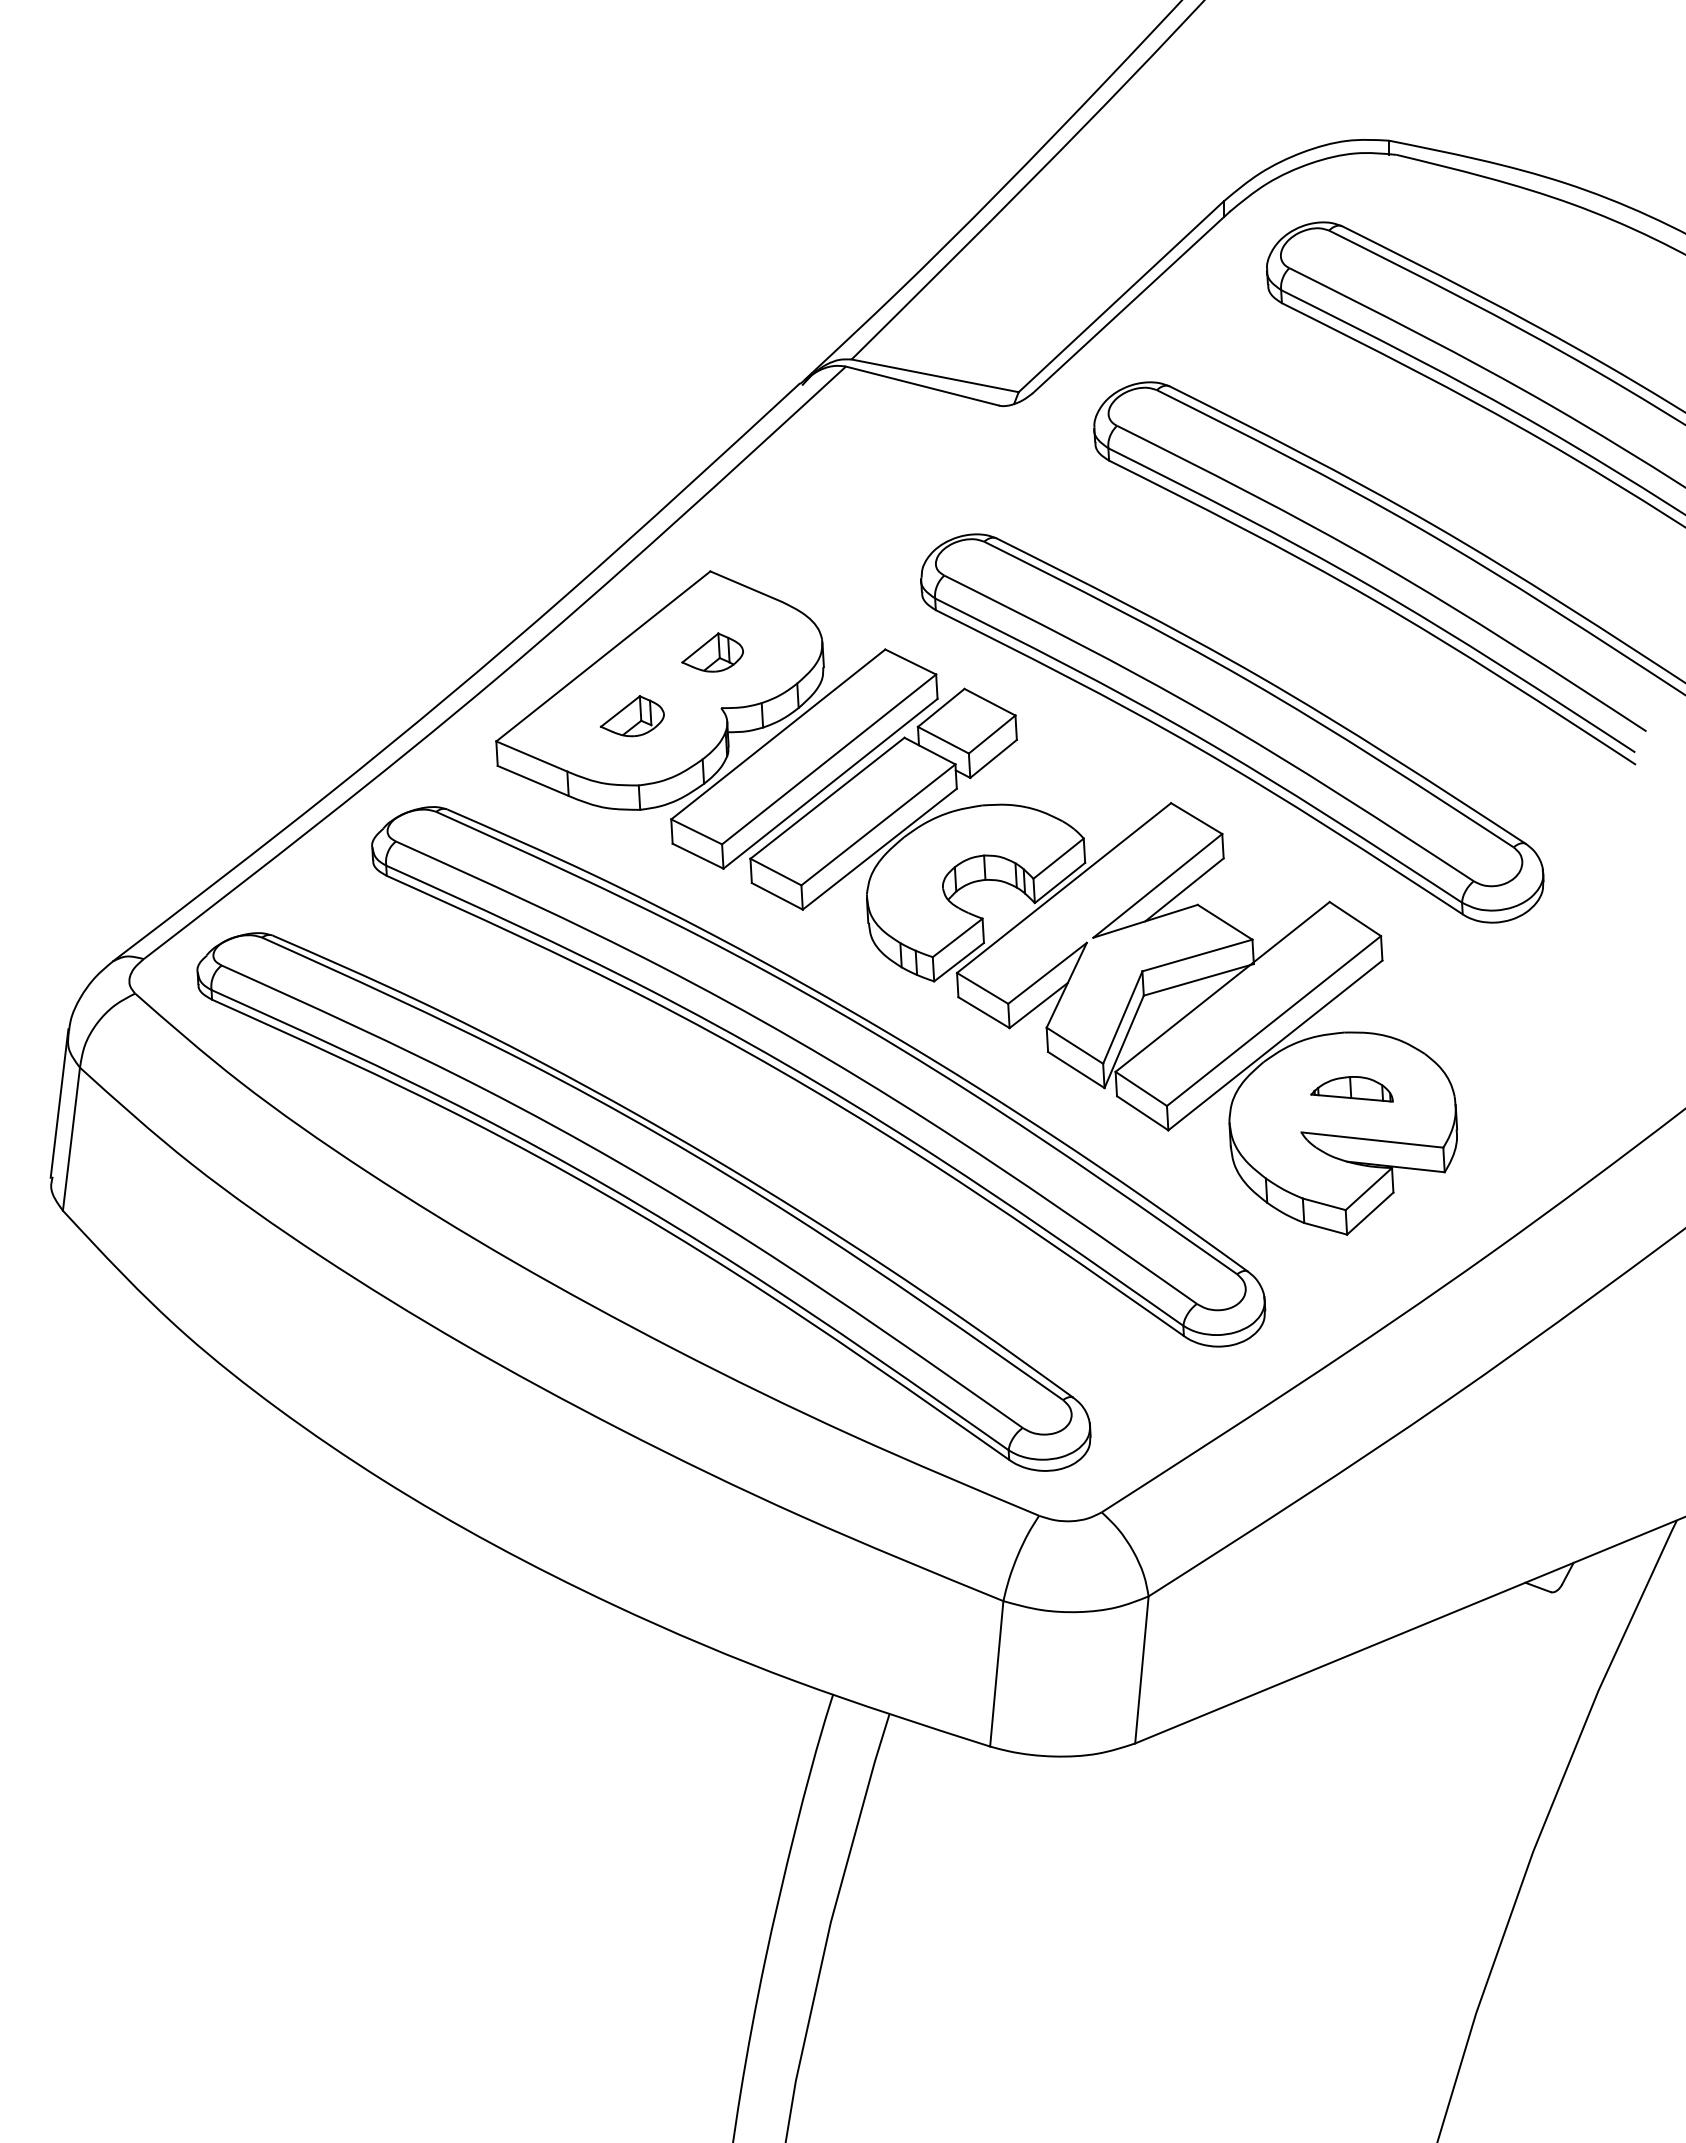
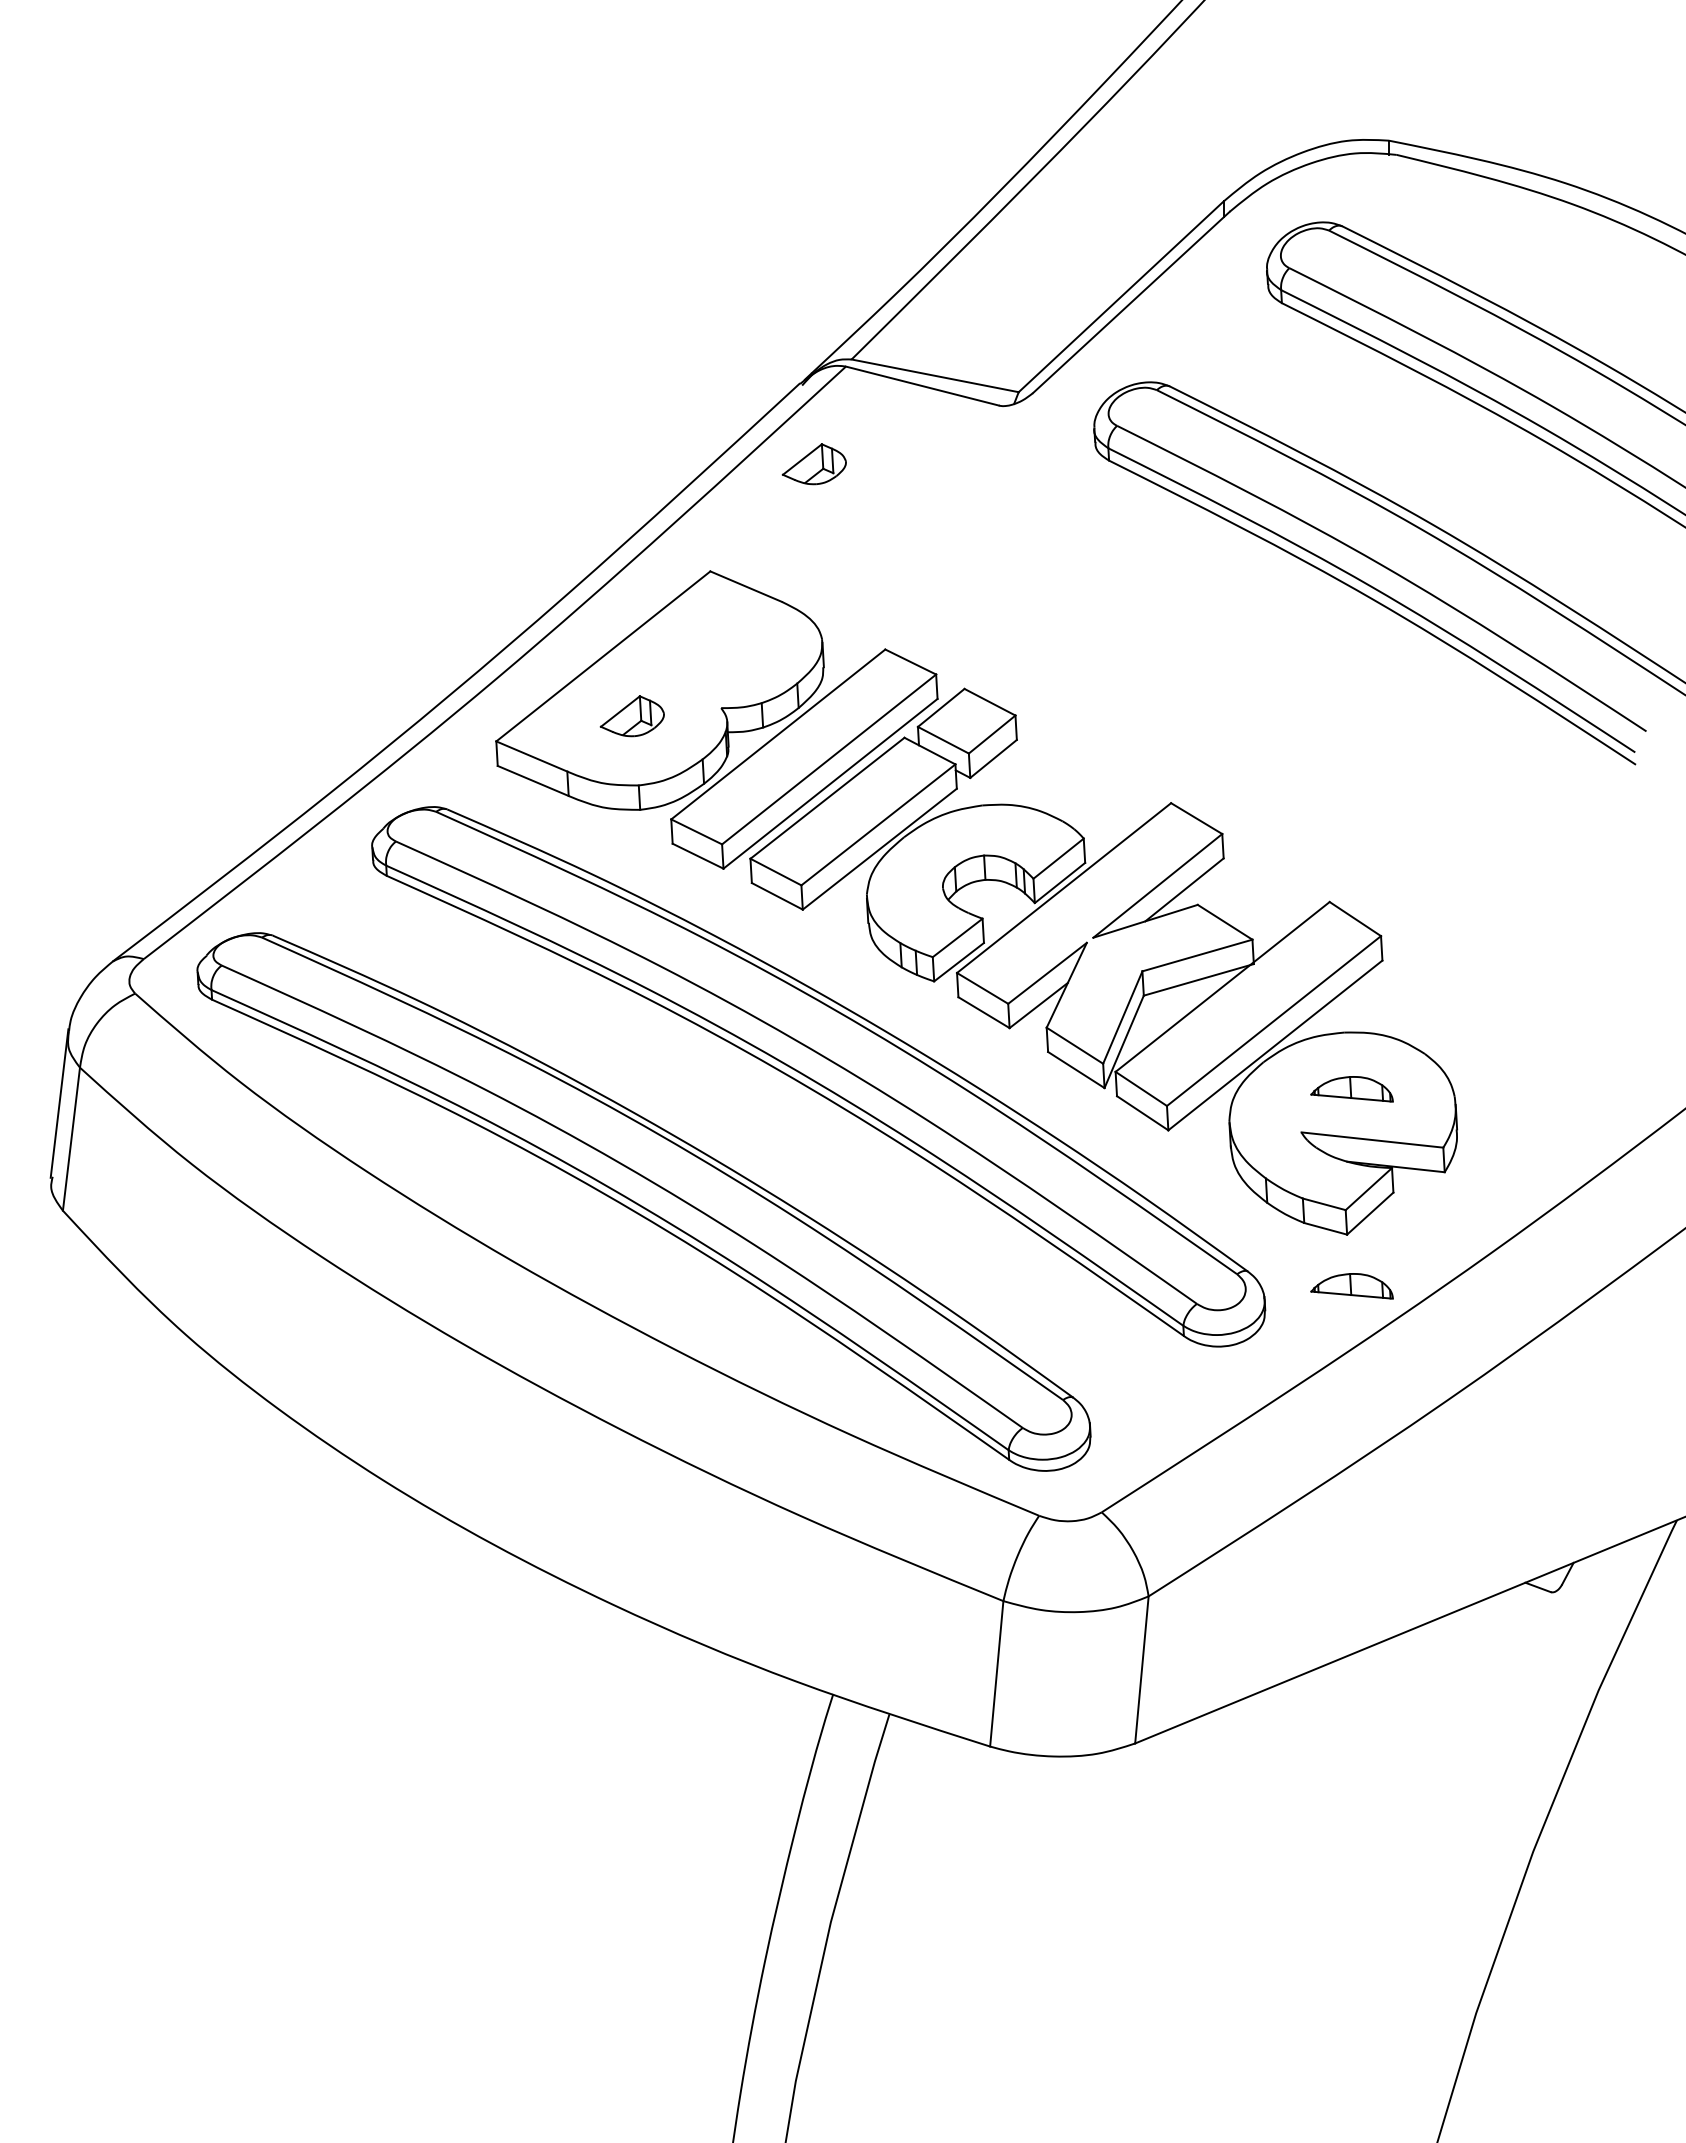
part at (813, 464): none -> present
part at (712, 652): present -> none
part at (1232, 728): present -> none
part at (1351, 1286): none -> present
